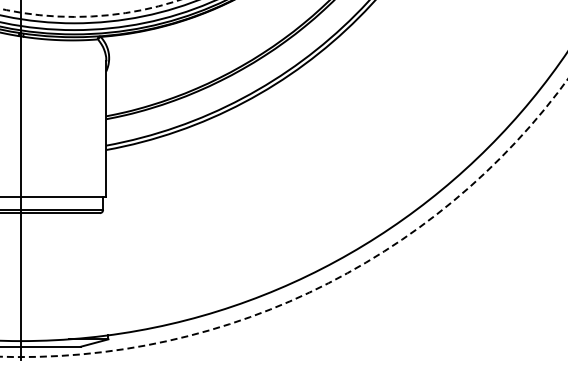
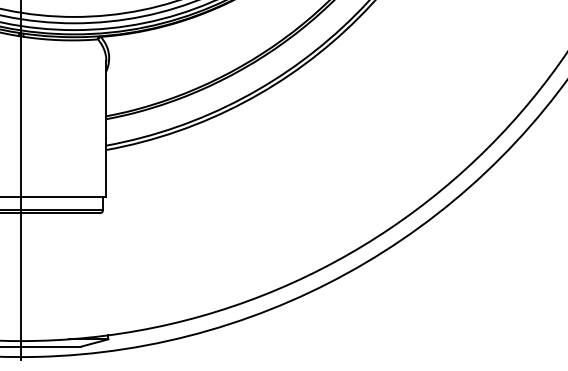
circle at (89, 8): dashed -> solid
arc at (319, 287): dashed -> solid
